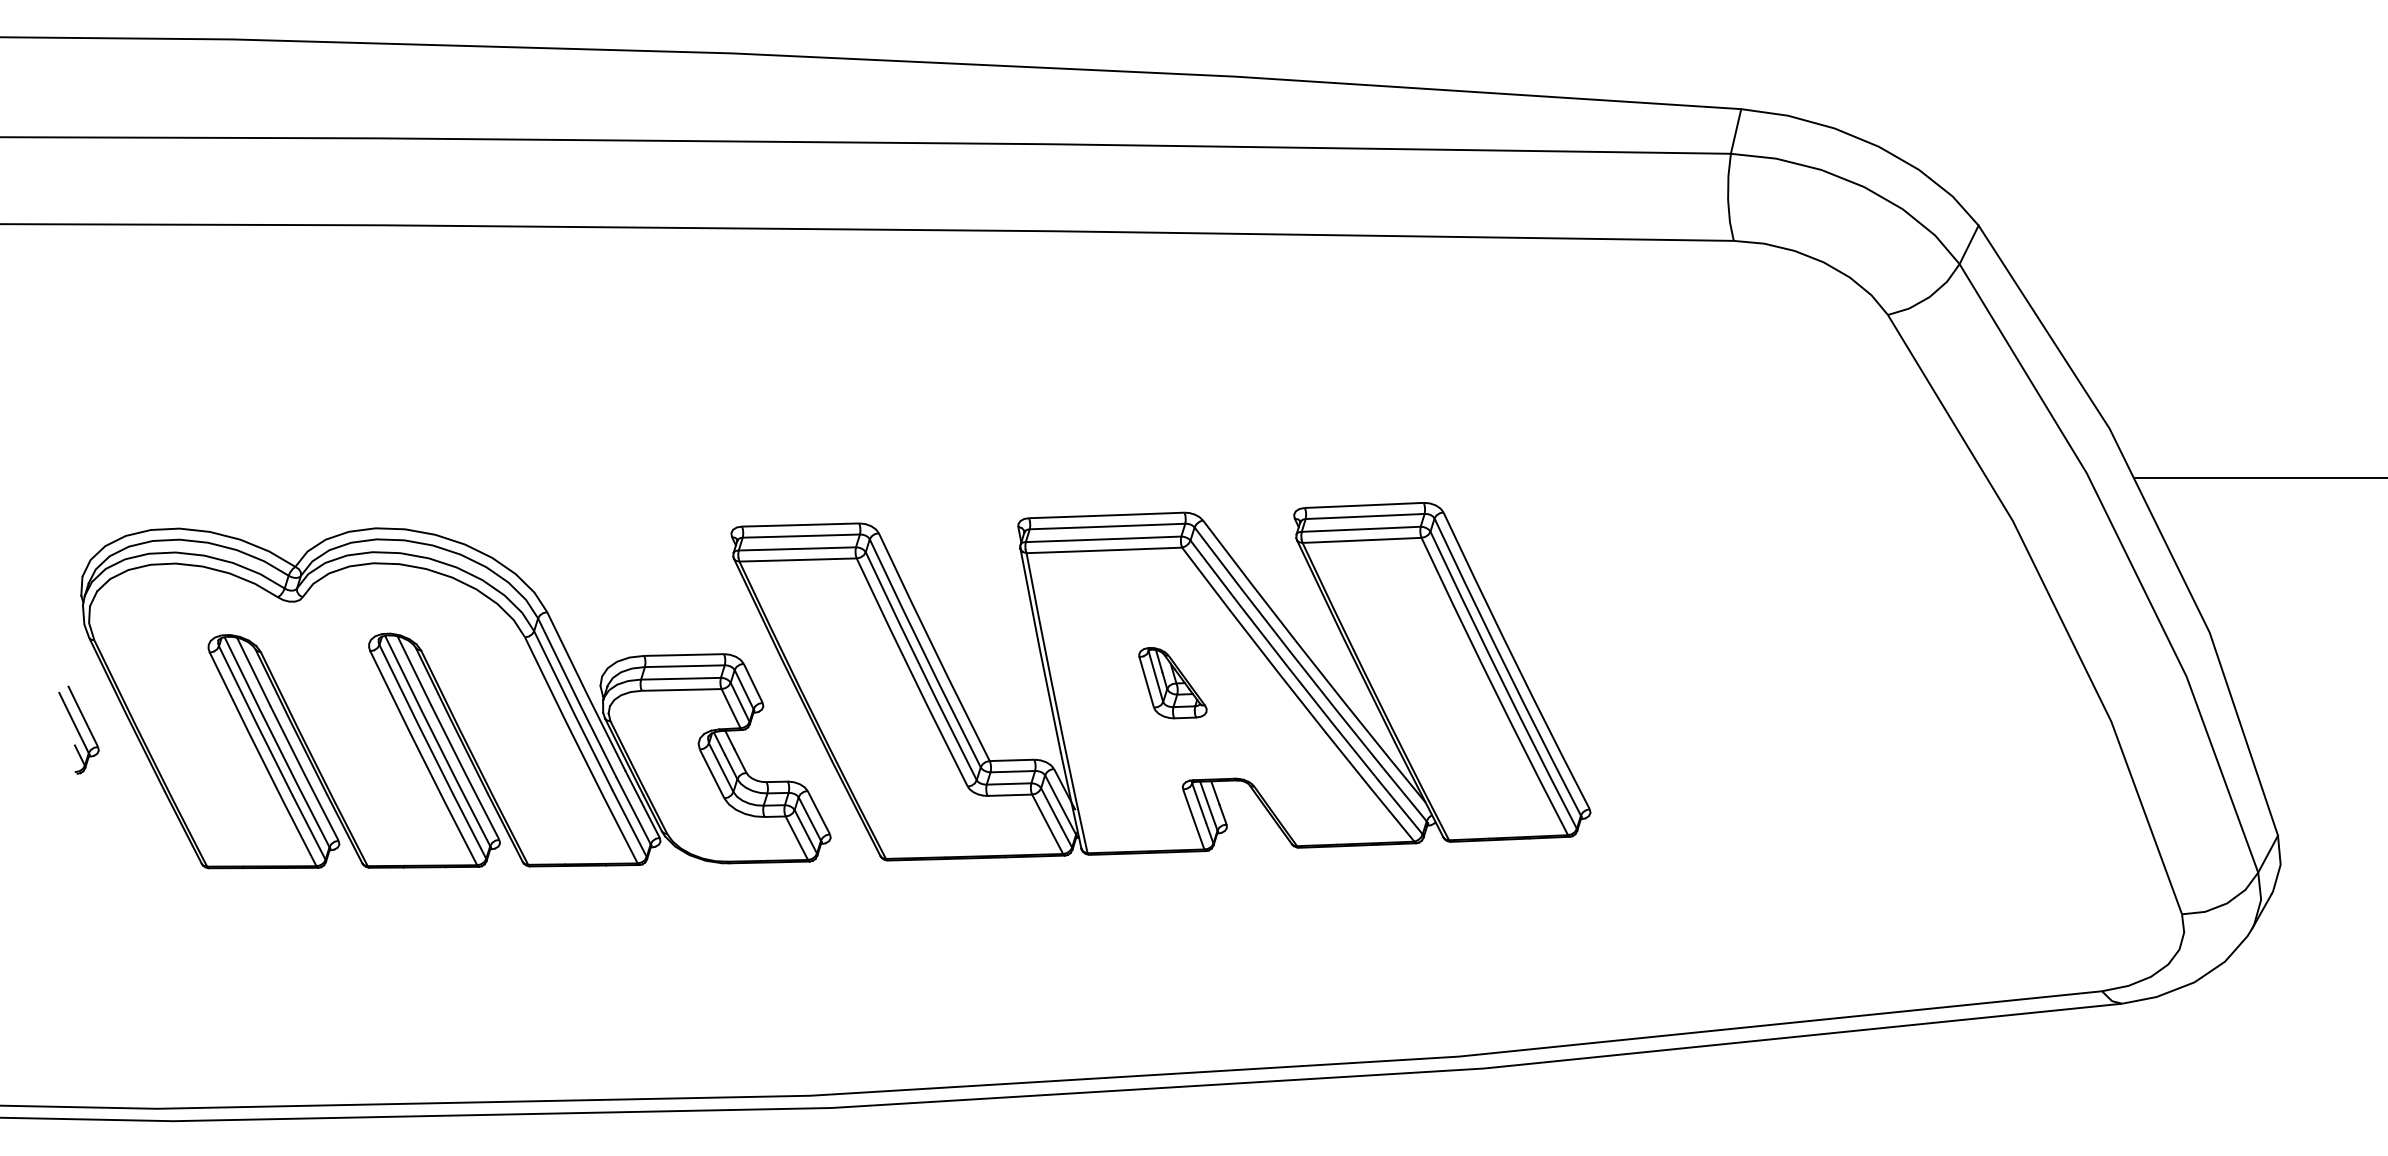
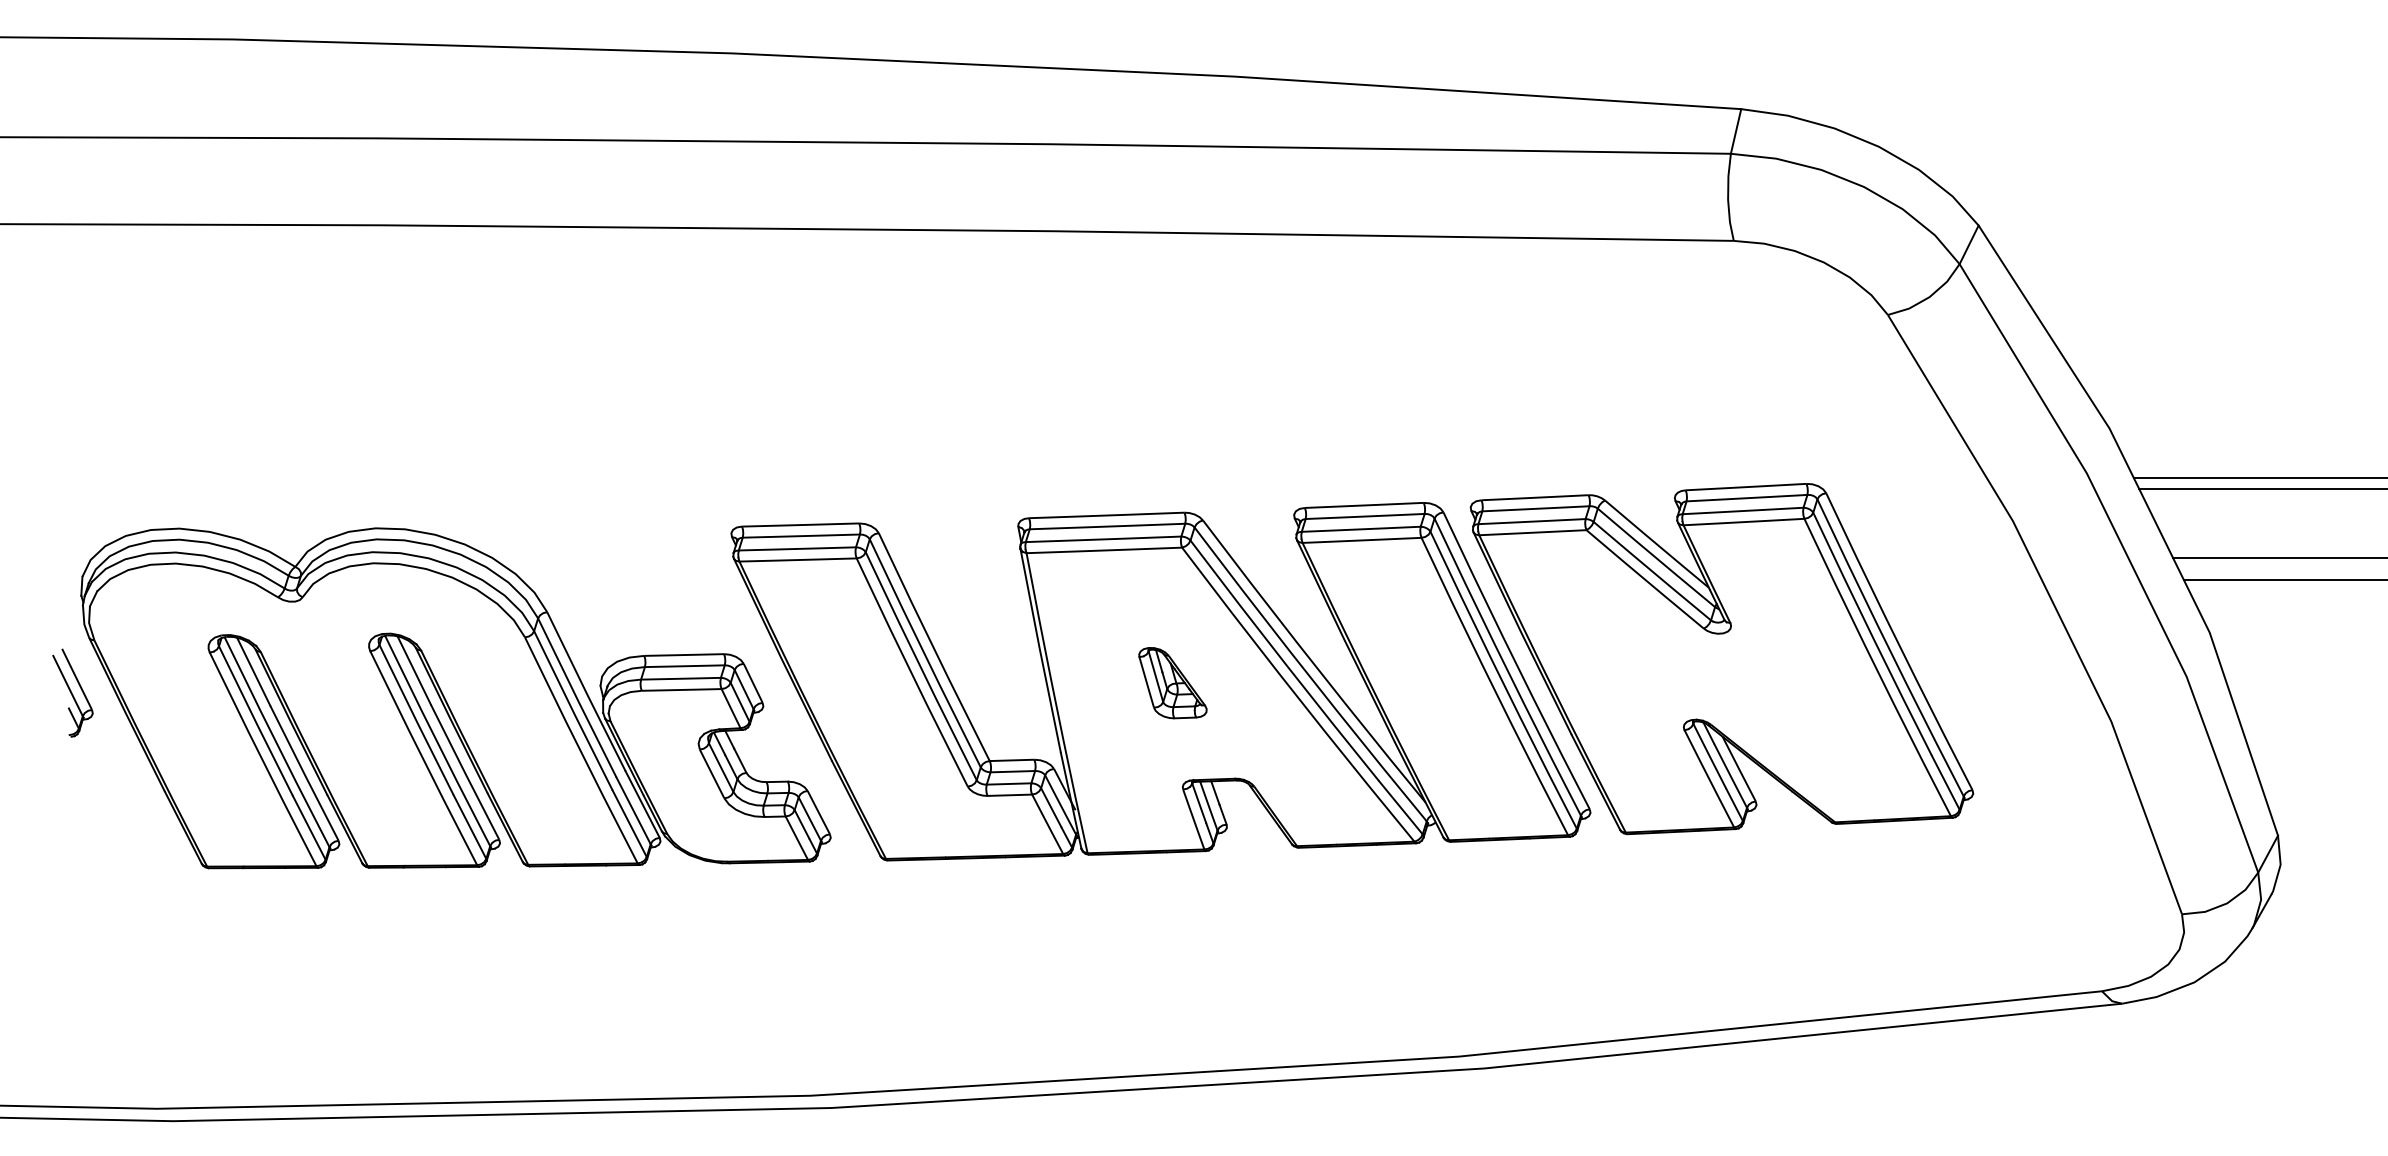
line at (2261, 488): none -> present
line at (2278, 558): none -> present
line at (2284, 580): none -> present
part at (1721, 659): none -> present
part at (78, 729) position: (78, 729) -> (72, 692)
